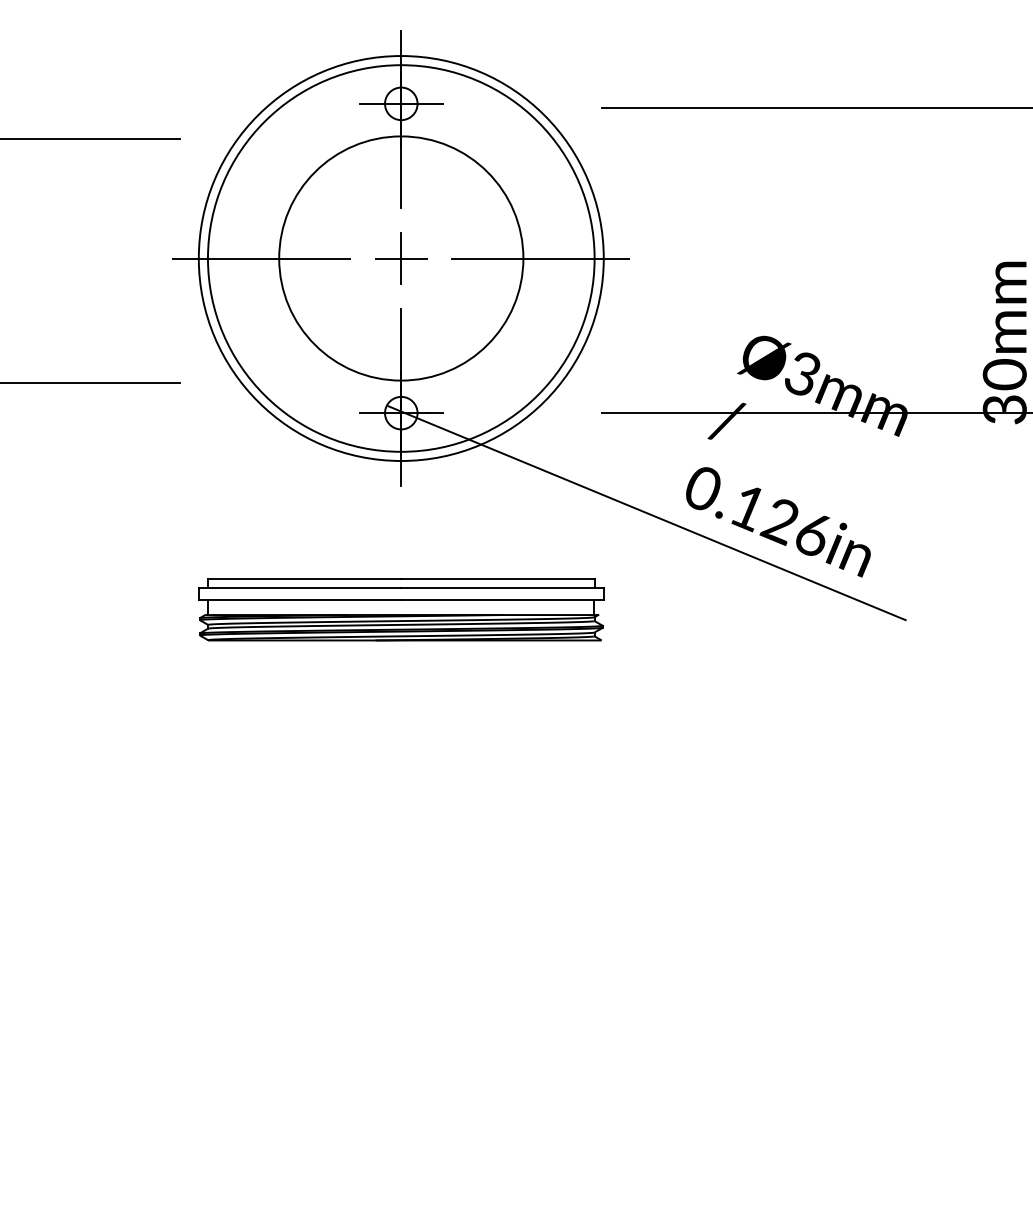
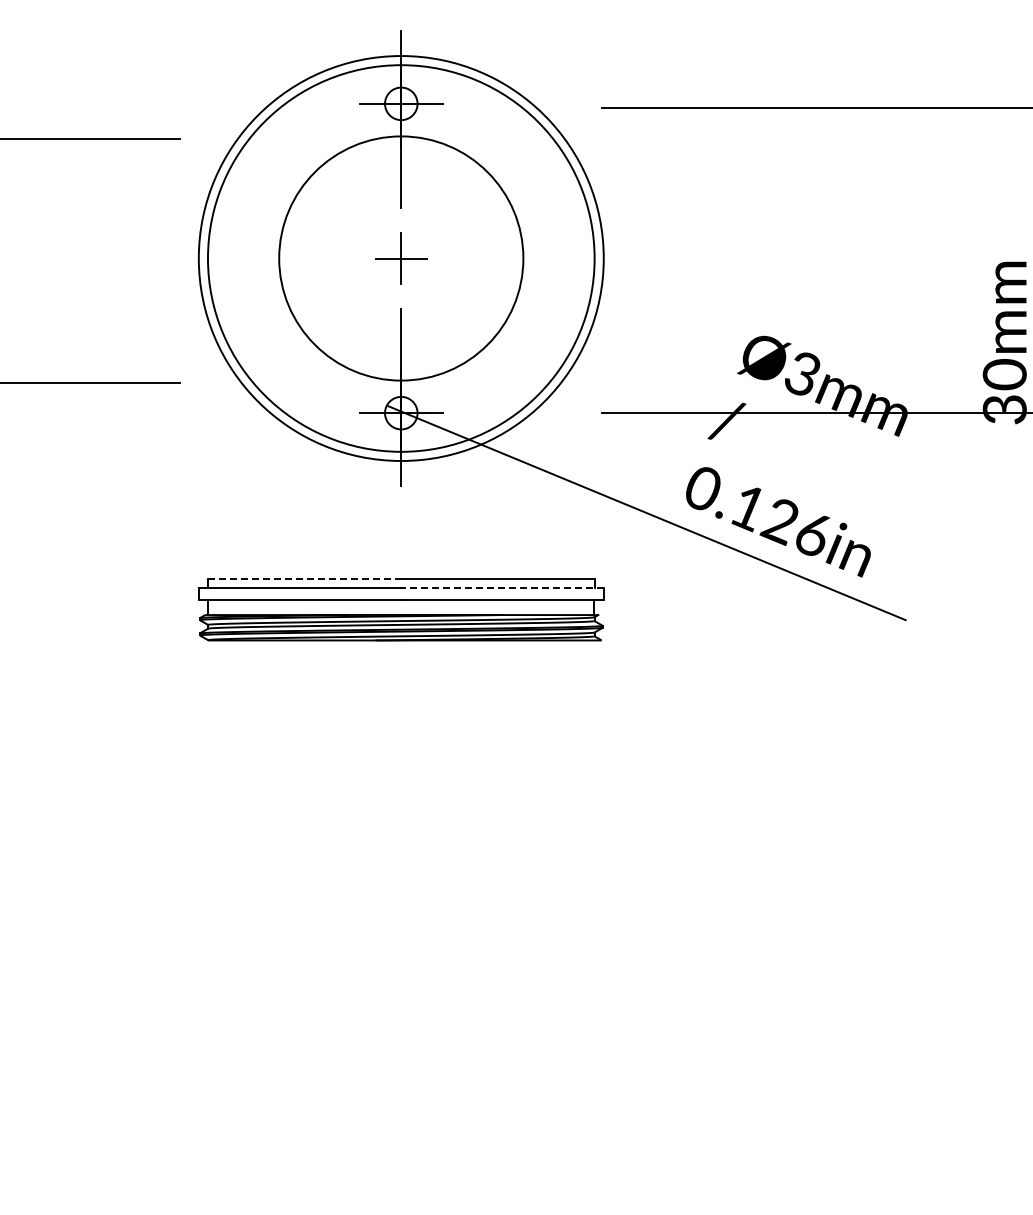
line at (261, 258): present -> none
line at (540, 258): present -> none
line at (304, 579): solid -> dashed
line at (502, 587): solid -> dashed
